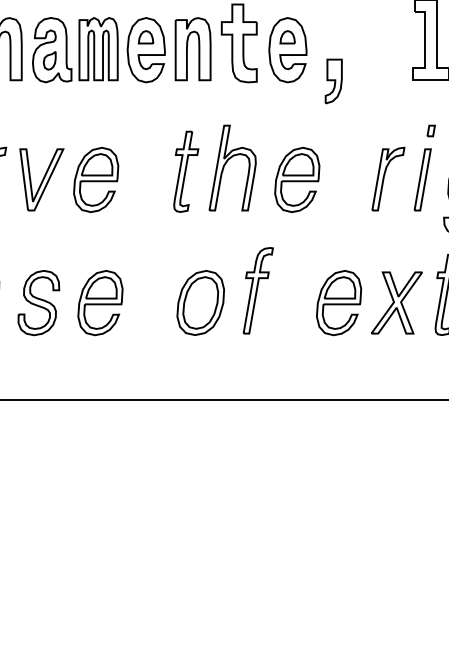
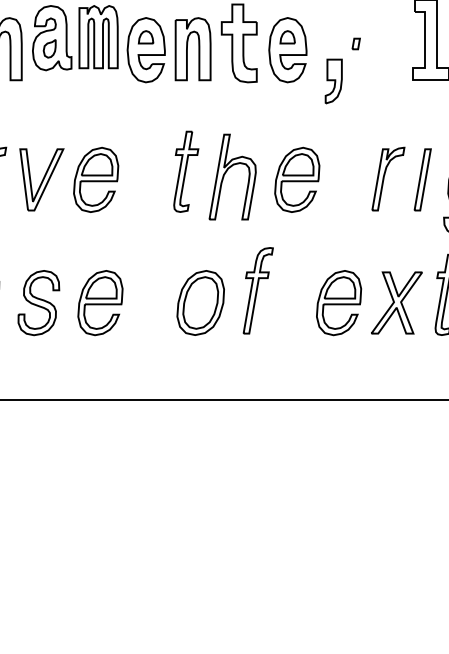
part at (75, 50) position: (75, 50) -> (75, 38)
part at (430, 130) position: (430, 130) -> (355, 43)
part at (227, 162) position: (227, 162) -> (227, 171)
